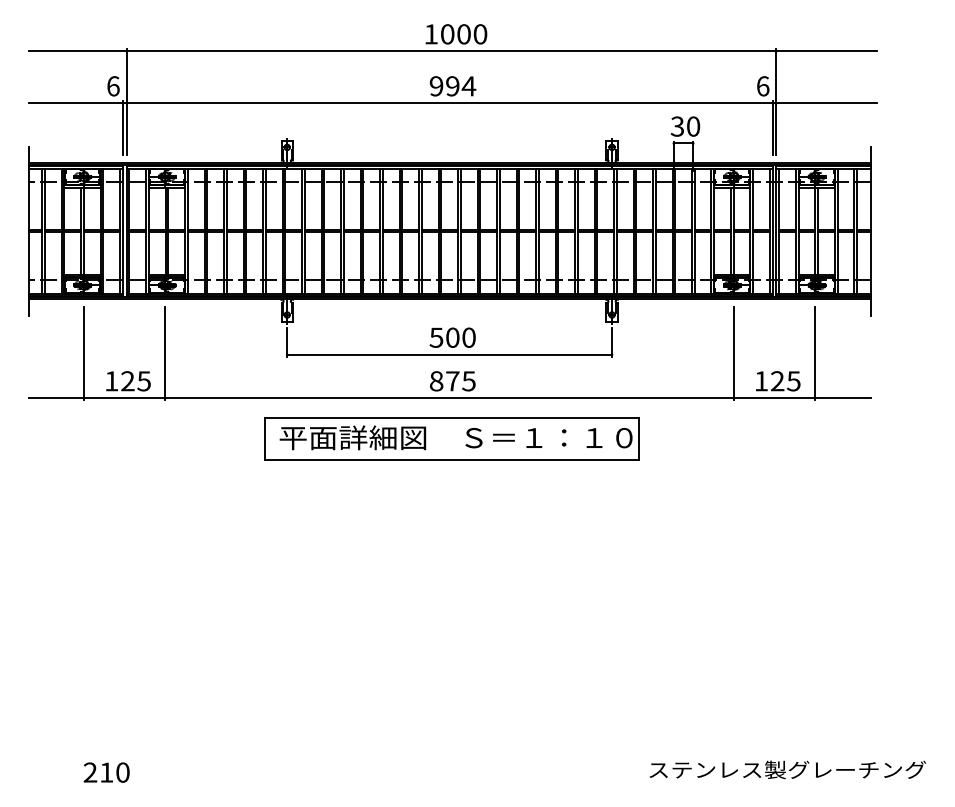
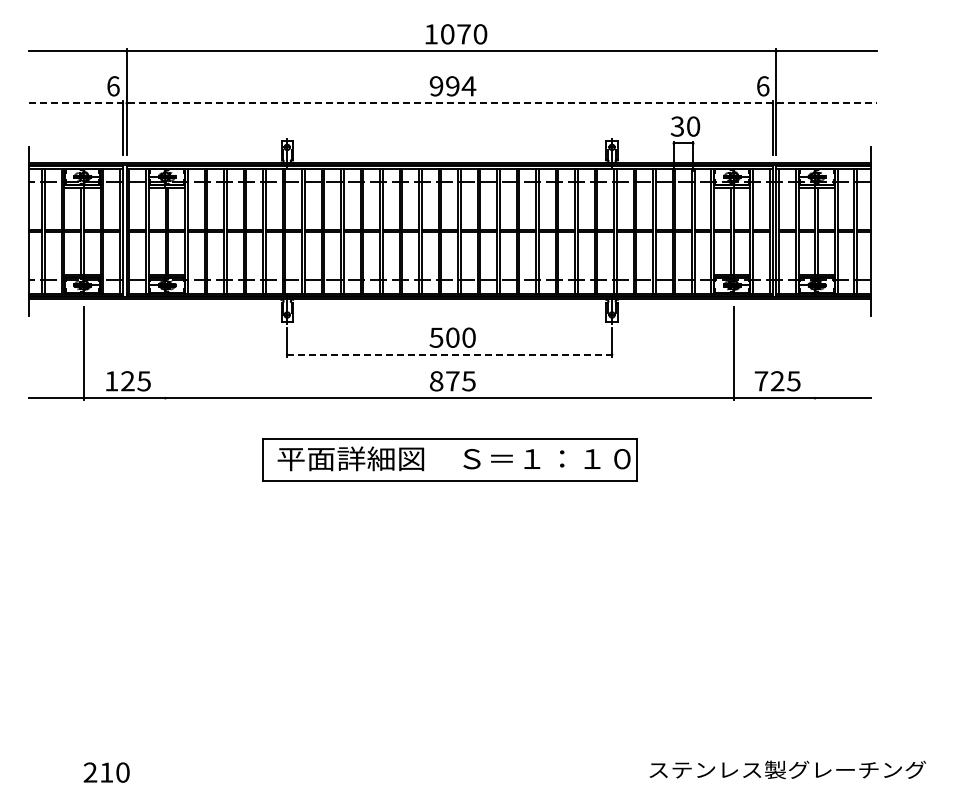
text at (463, 34): 1000 -> 1070
line at (452, 103): solid -> dashed
line at (165, 353): present -> none
line at (815, 353): present -> none
line at (450, 354): solid -> dashed
text at (761, 381): 125 -> 725
part at (451, 438) position: (451, 438) -> (449, 459)
